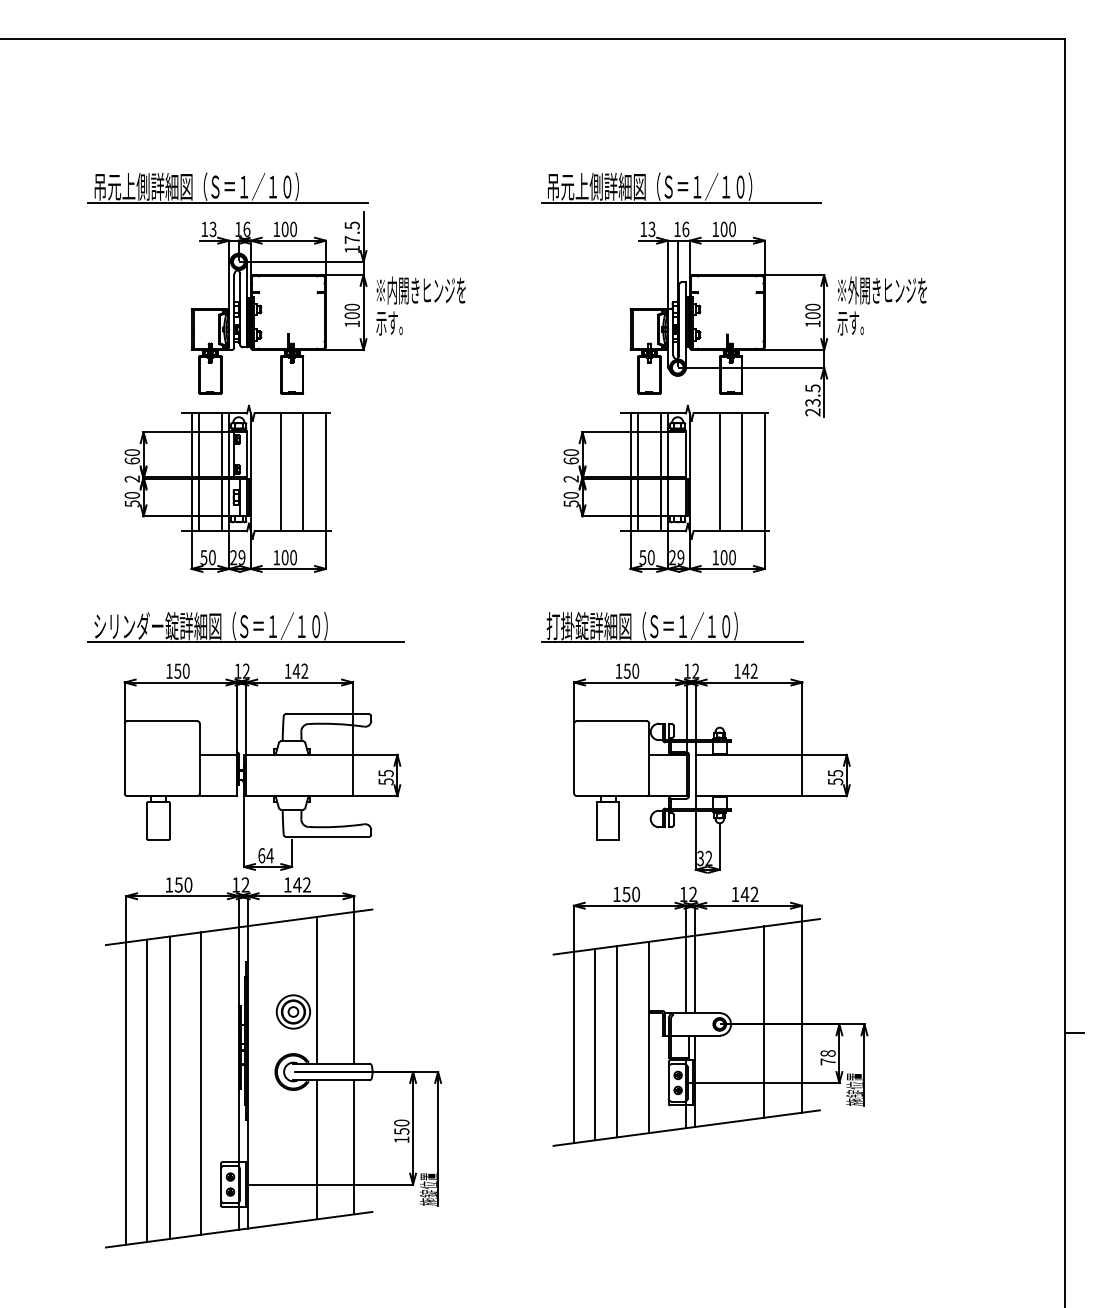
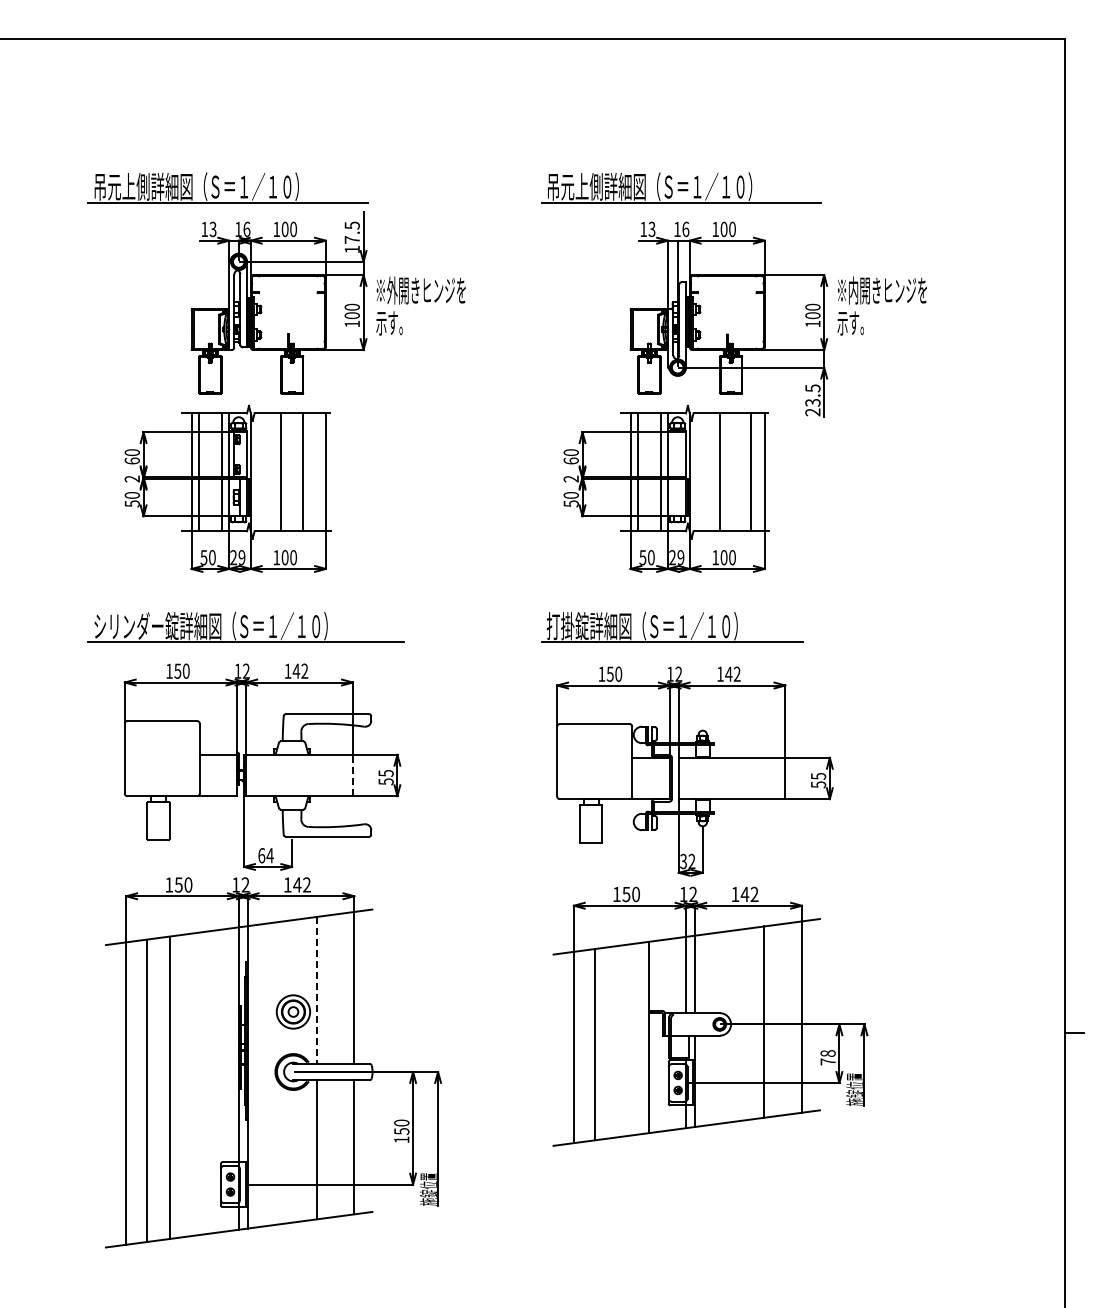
text at (392, 290): ※内開きヒンジを -> ※外開きヒンジを
text at (853, 290): ※外開きヒンジを -> ※内開きヒンジを
line at (742, 472) position: (742, 472) -> (751, 472)
part at (711, 768) position: (711, 768) -> (694, 771)
line at (352, 774): solid -> dashed
line at (316, 990): solid -> dashed
line at (617, 1041): present -> none
line at (201, 1083): present -> none
